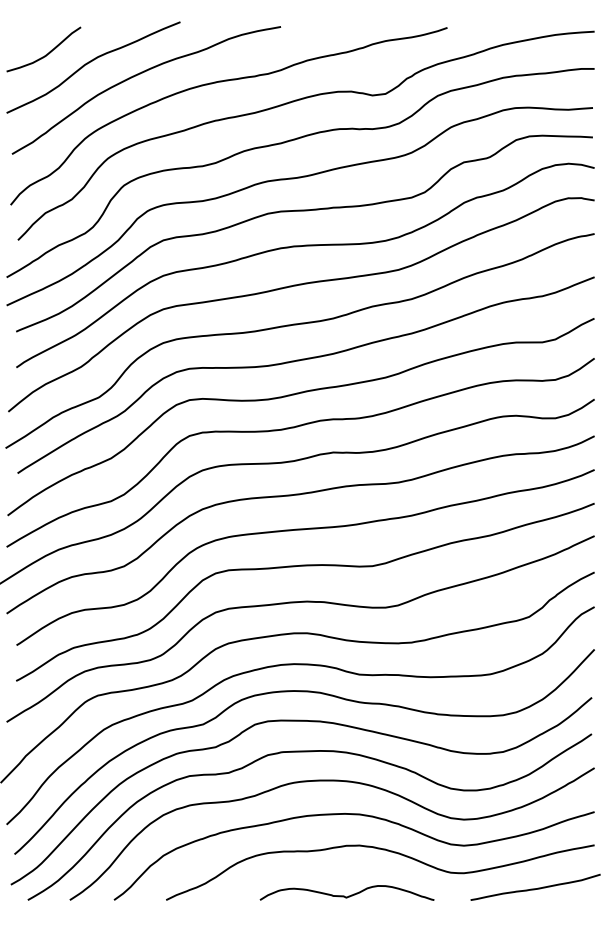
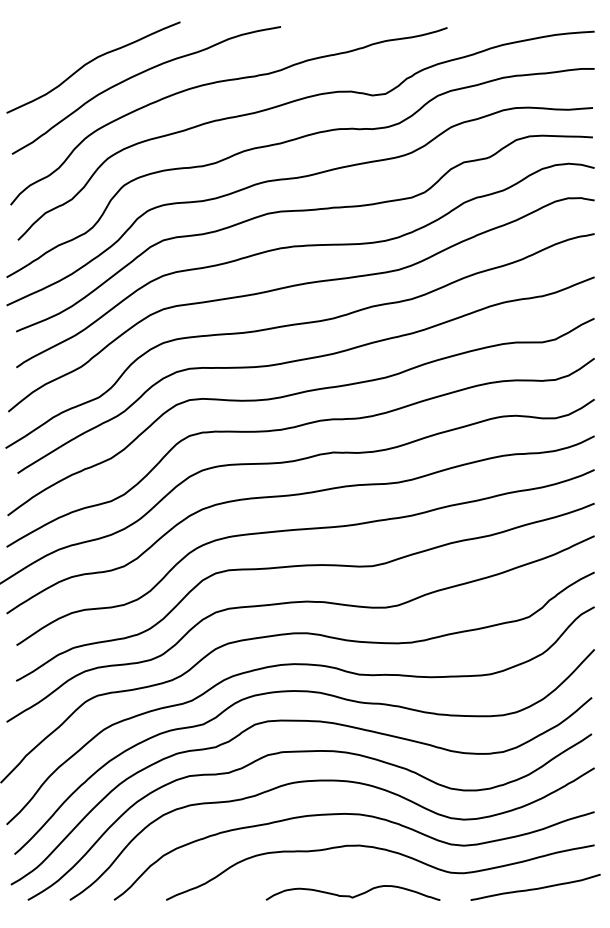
curve at (45, 54): present -> none
curve at (344, 895) position: (344, 895) -> (350, 895)
